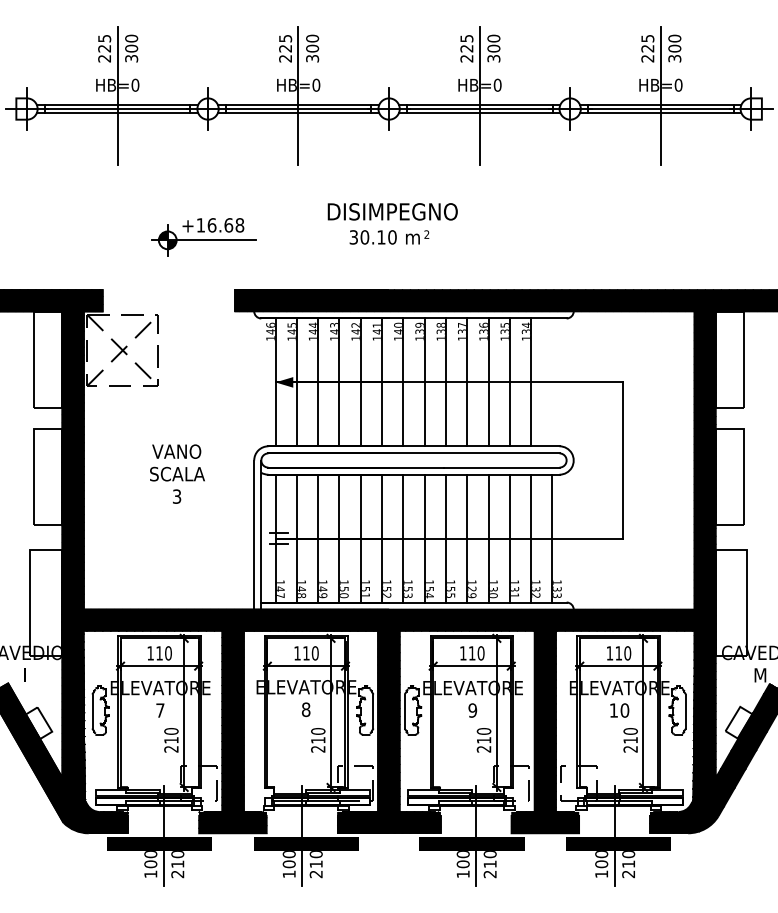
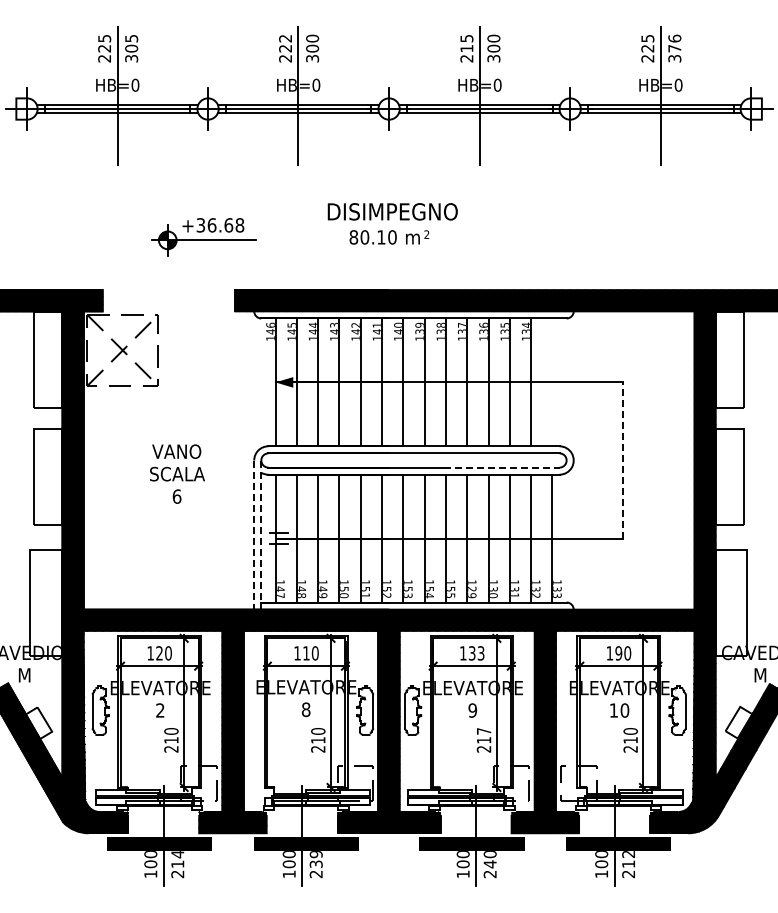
text at (131, 38): 300 -> 305
text at (285, 38): 225 -> 222
text at (674, 43): 300 -> 376
text at (466, 48): 225 -> 215
text at (200, 225): +16.68 -> +36.68
text at (353, 237): 30.10 -> 80.10
line at (623, 460): solid -> dashed
line at (501, 467): solid -> dashed
text at (176, 496): 3 -> 6
line at (254, 535): solid -> dashed
line at (261, 535): solid -> dashed
text at (159, 653): 110 -> 120
text at (476, 653): 110 -> 133
text at (618, 653): 110 -> 190
text at (24, 675): I -> M
text at (160, 710): 7 -> 2
text at (483, 731): 210 -> 217
text at (177, 854): 210 -> 214
text at (628, 854): 210 -> 212
text at (315, 859): 210 -> 239
text at (489, 864): 210 -> 240
